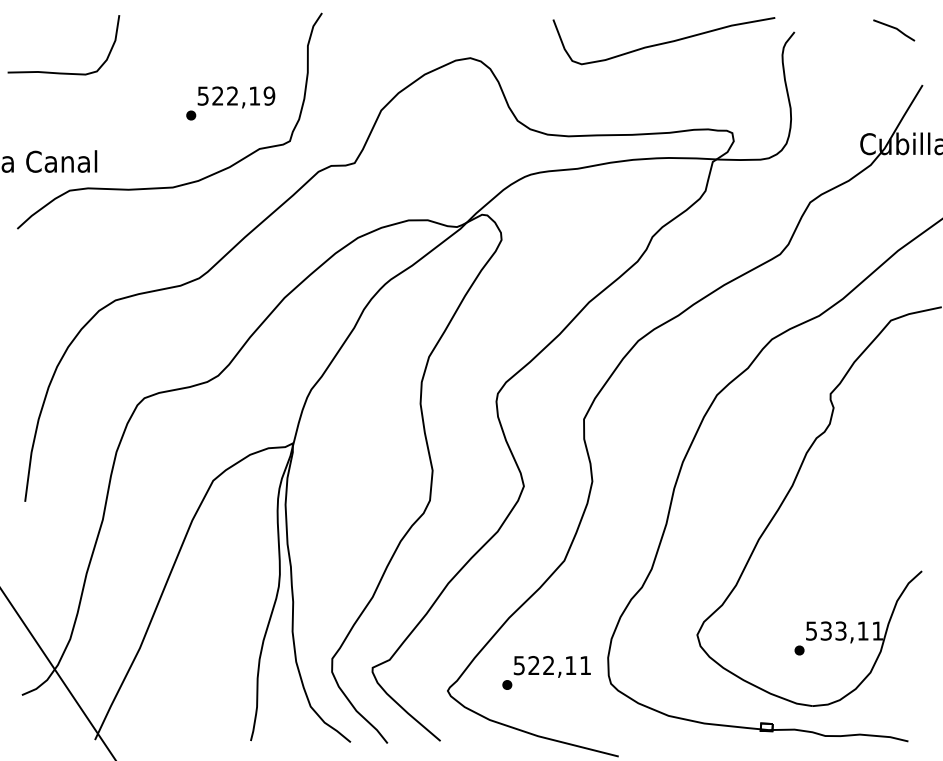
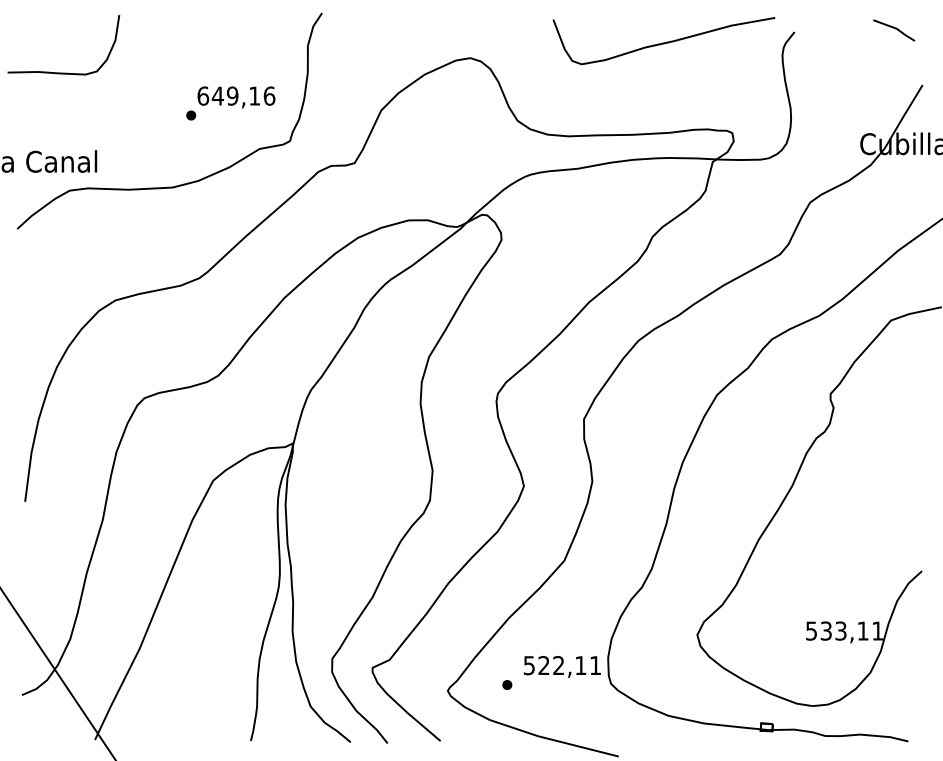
text at (236, 95): 522,19 -> 649,16
part at (799, 650): present -> none
text at (551, 666) position: (551, 666) -> (561, 666)
